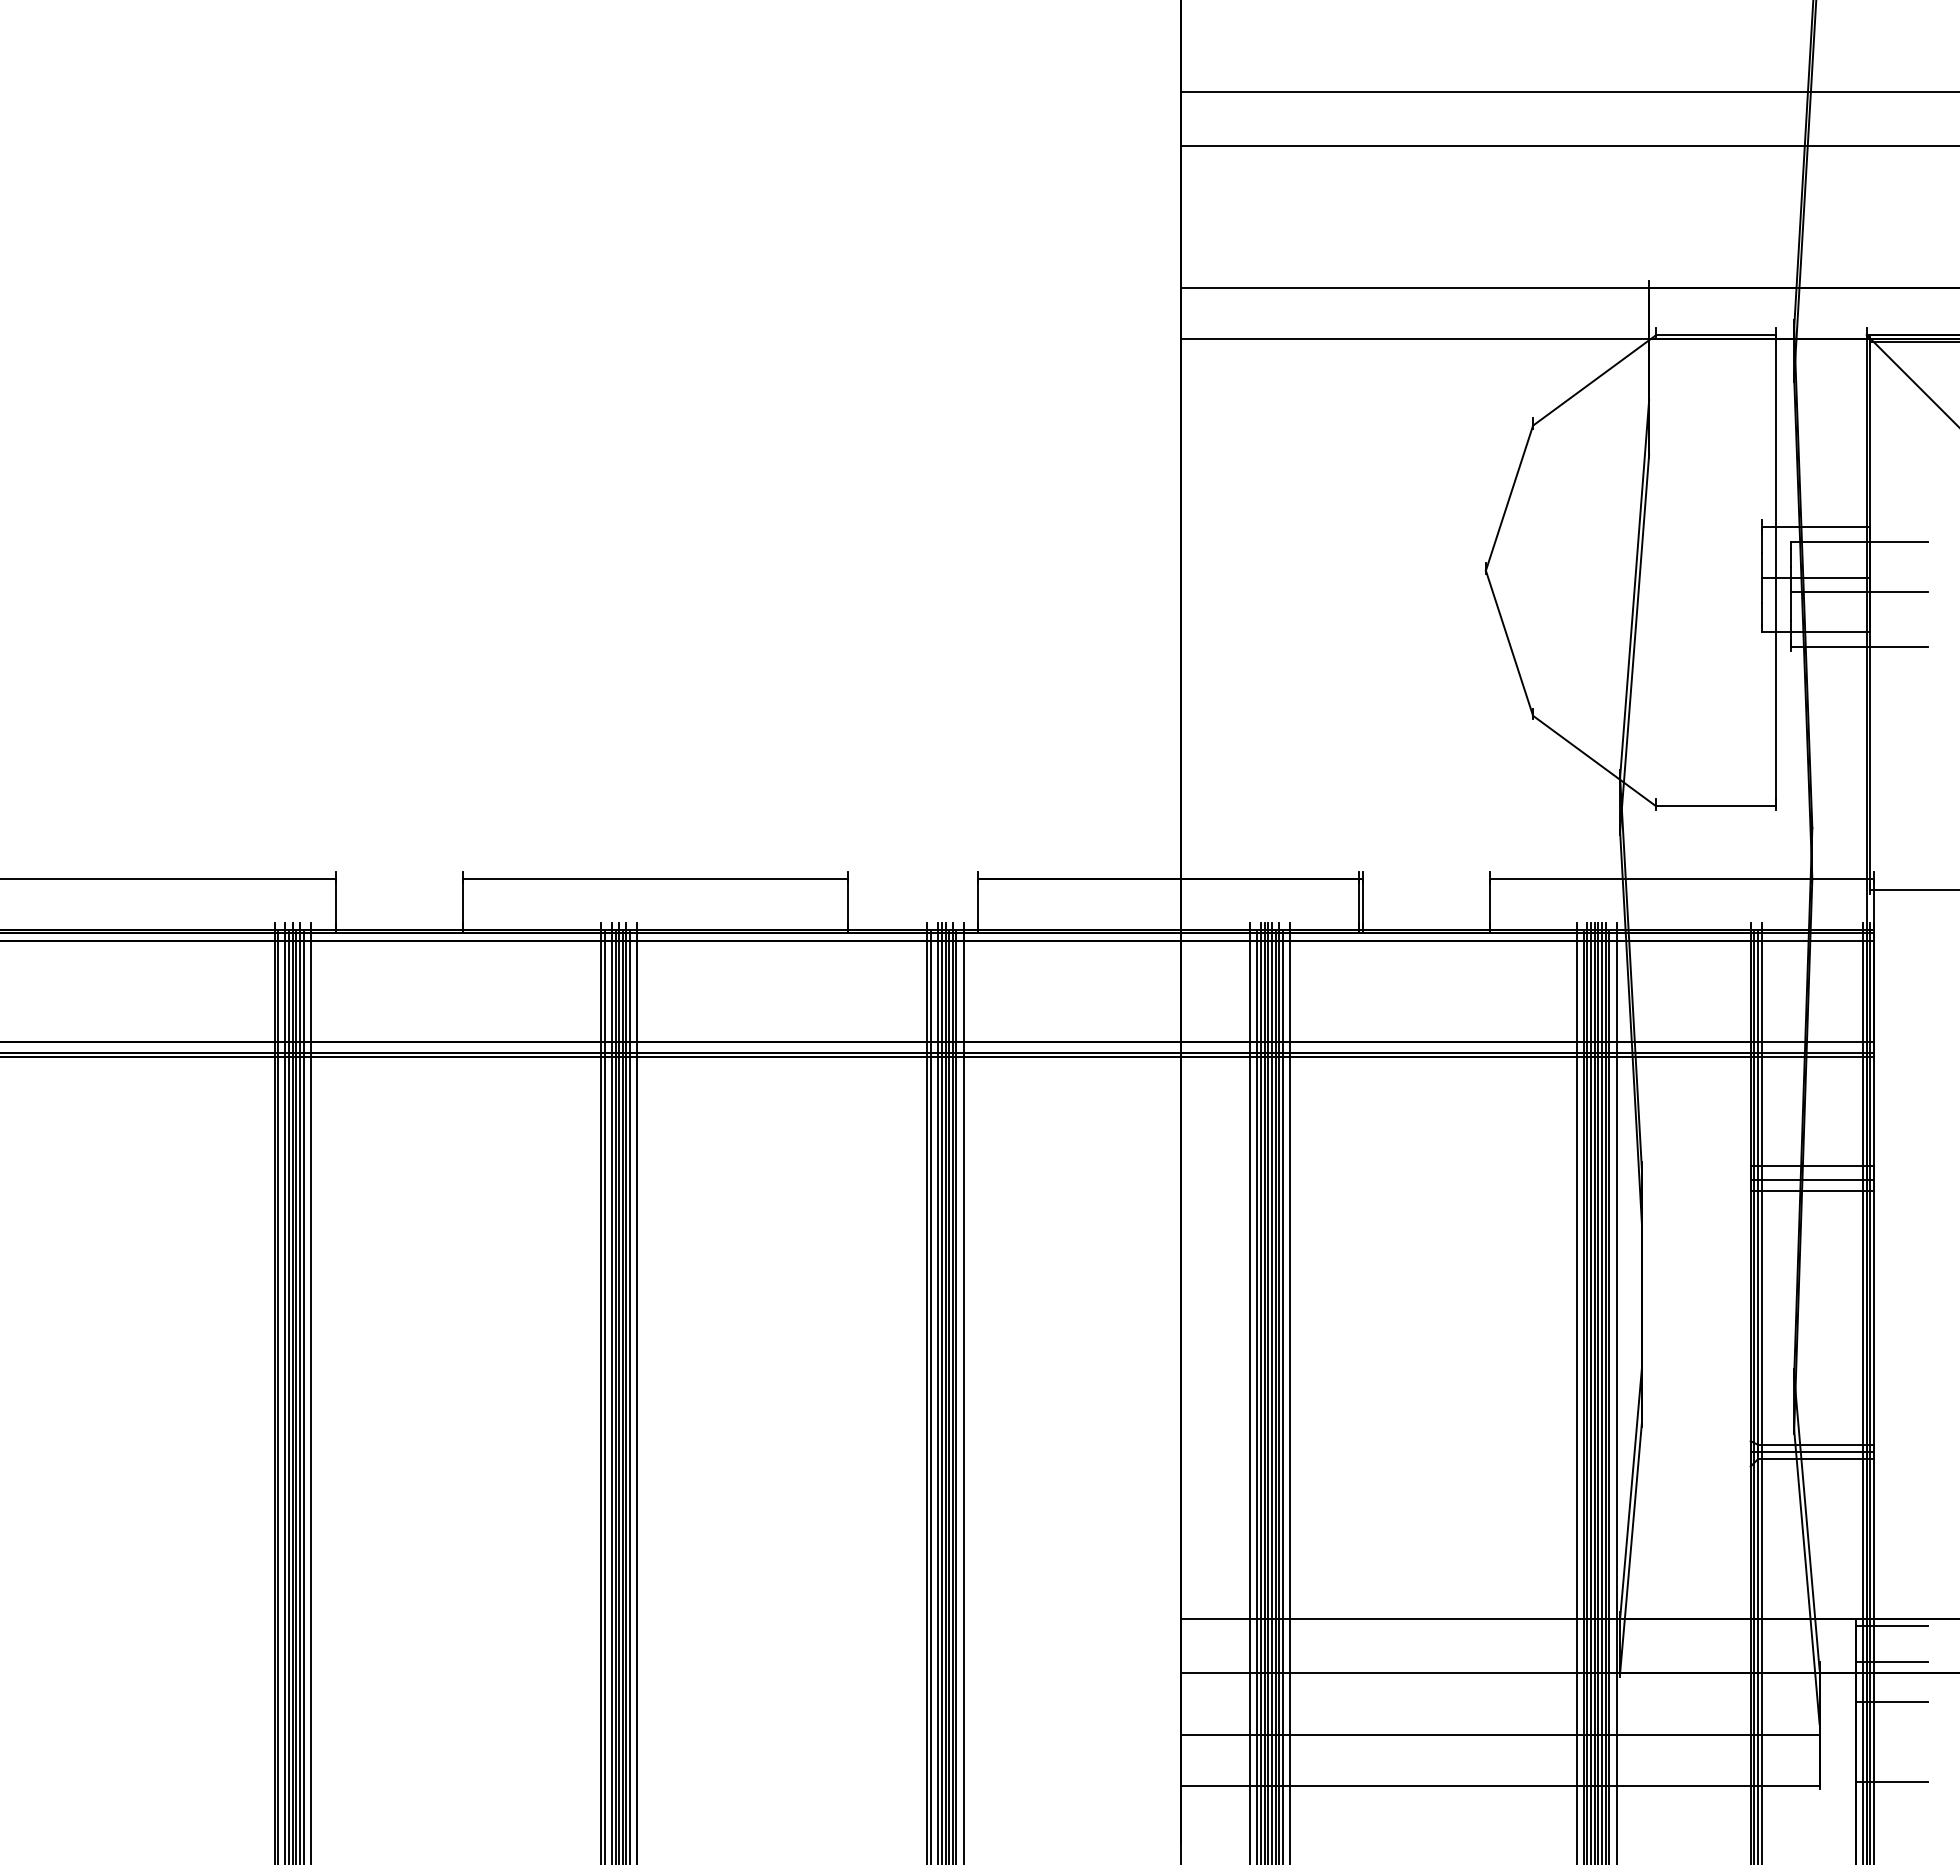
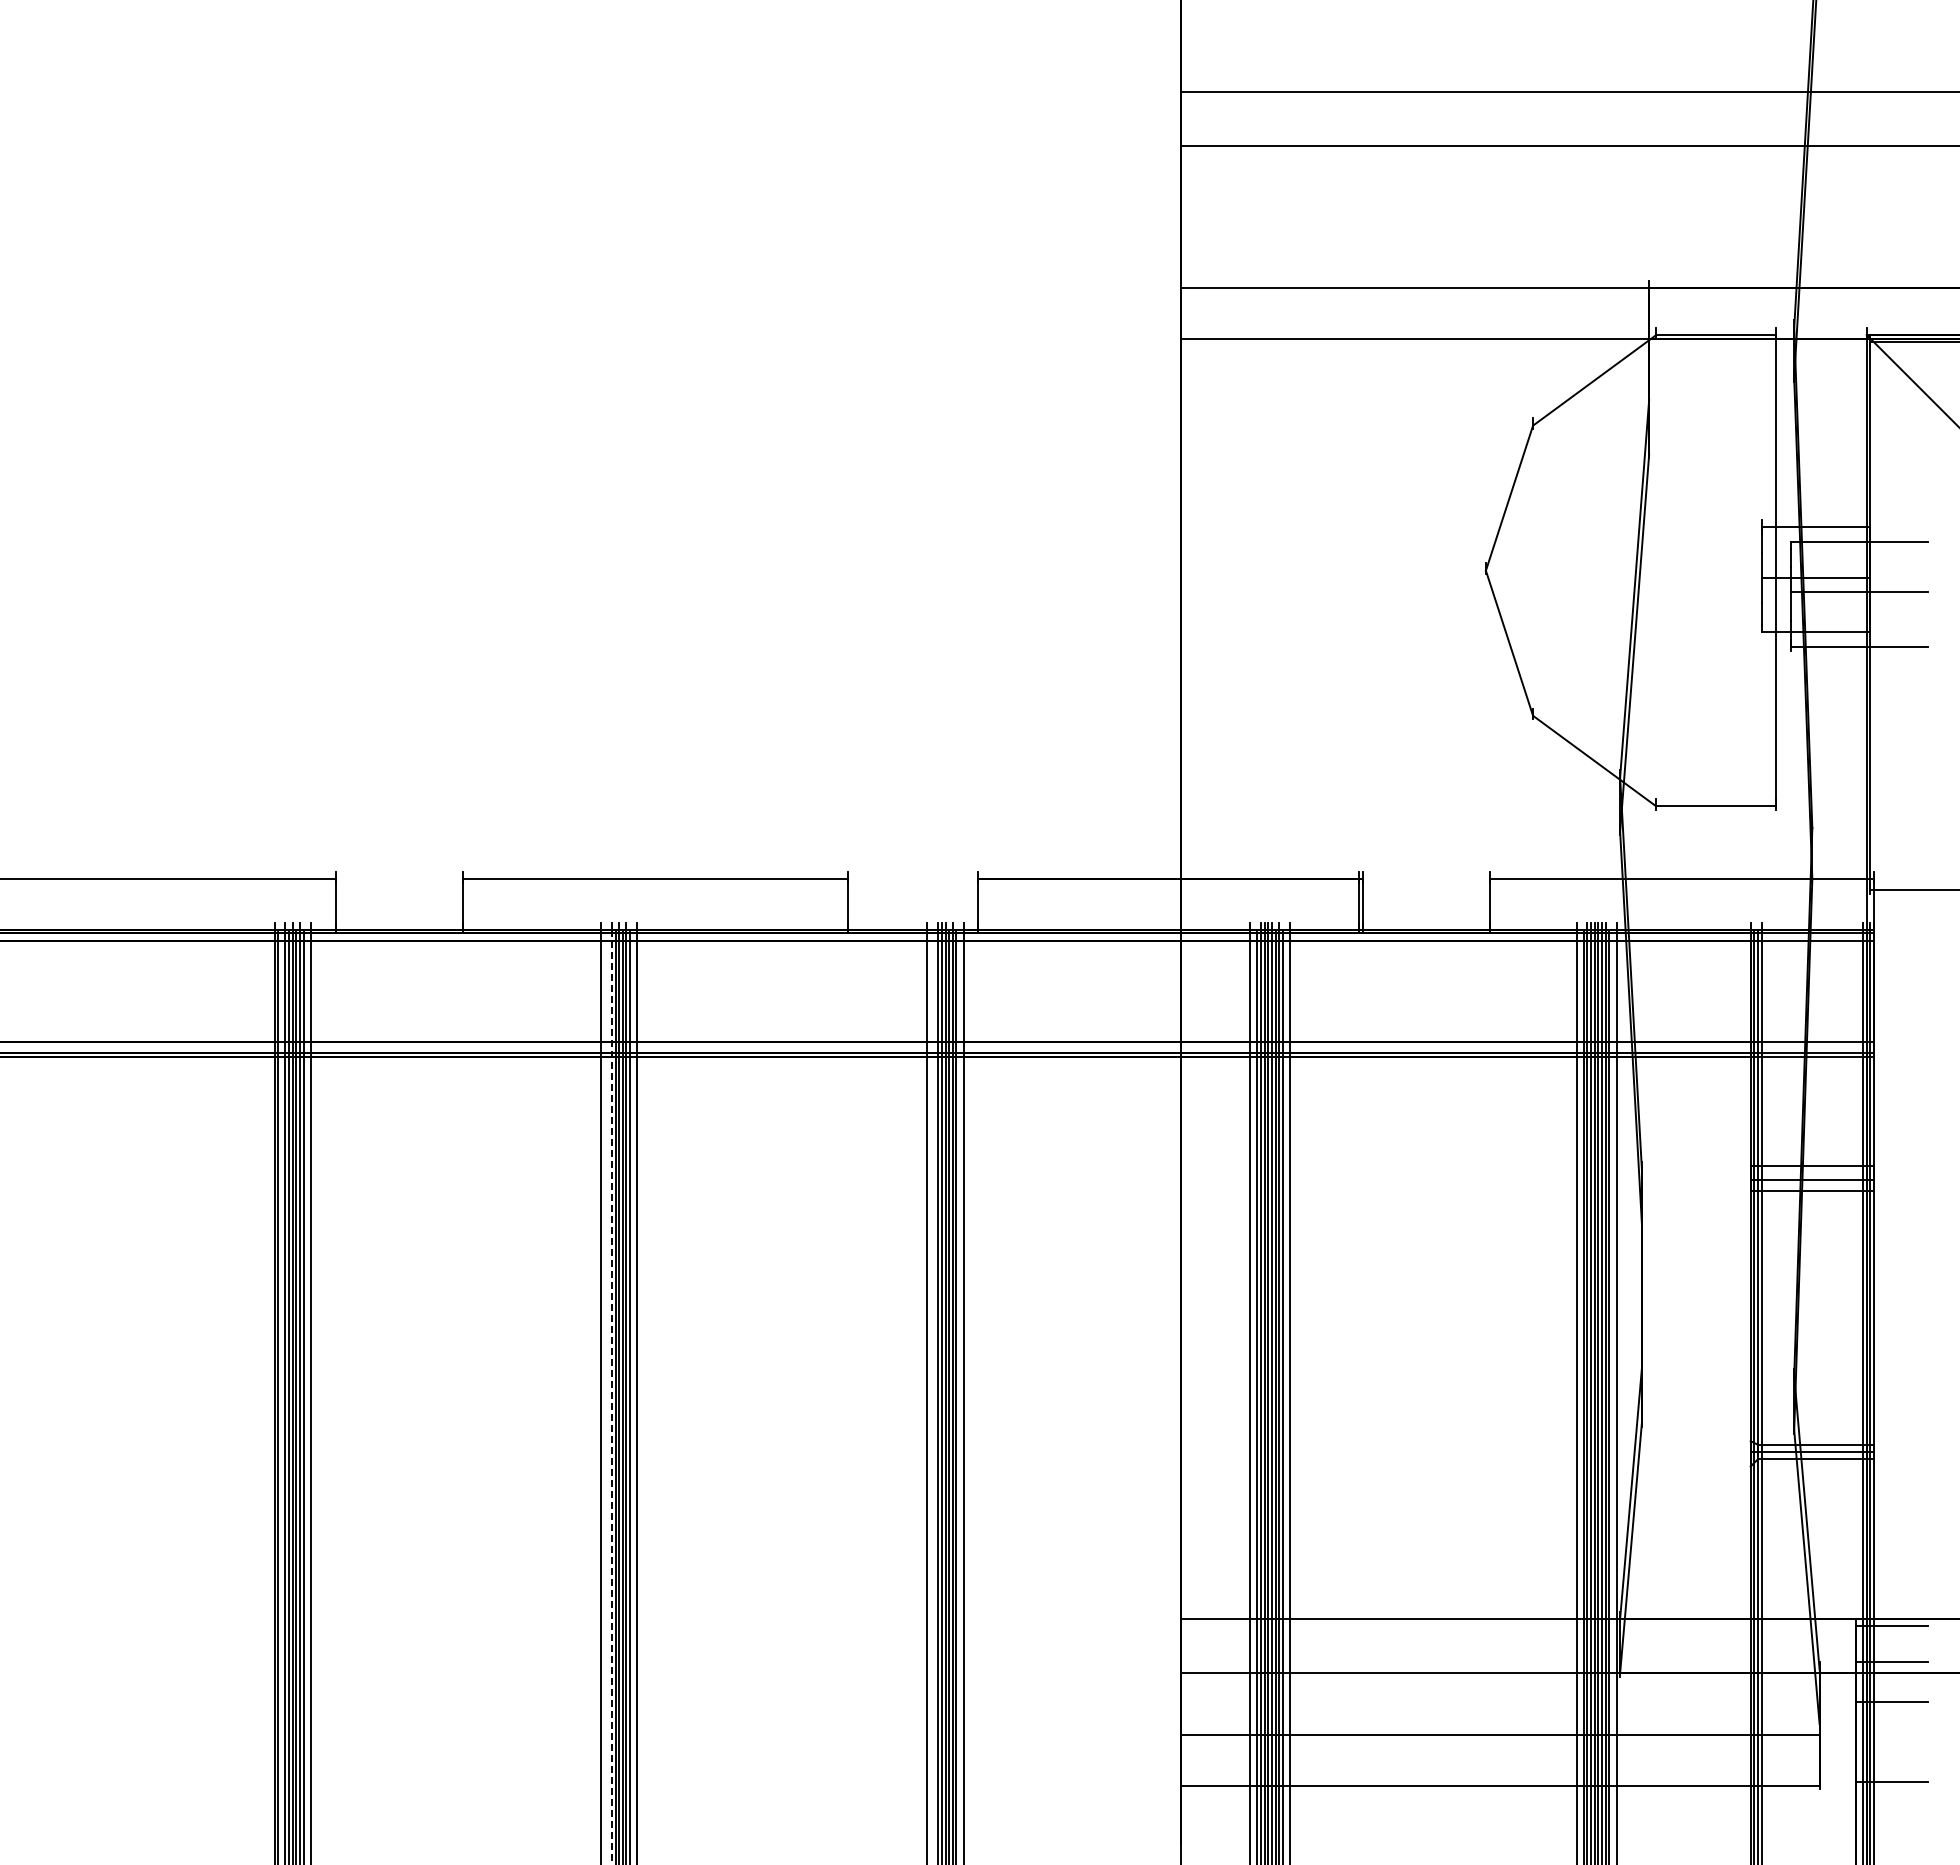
line at (604, 1395): present -> none
line at (931, 1395): present -> none
line at (611, 1397): solid -> dashed
